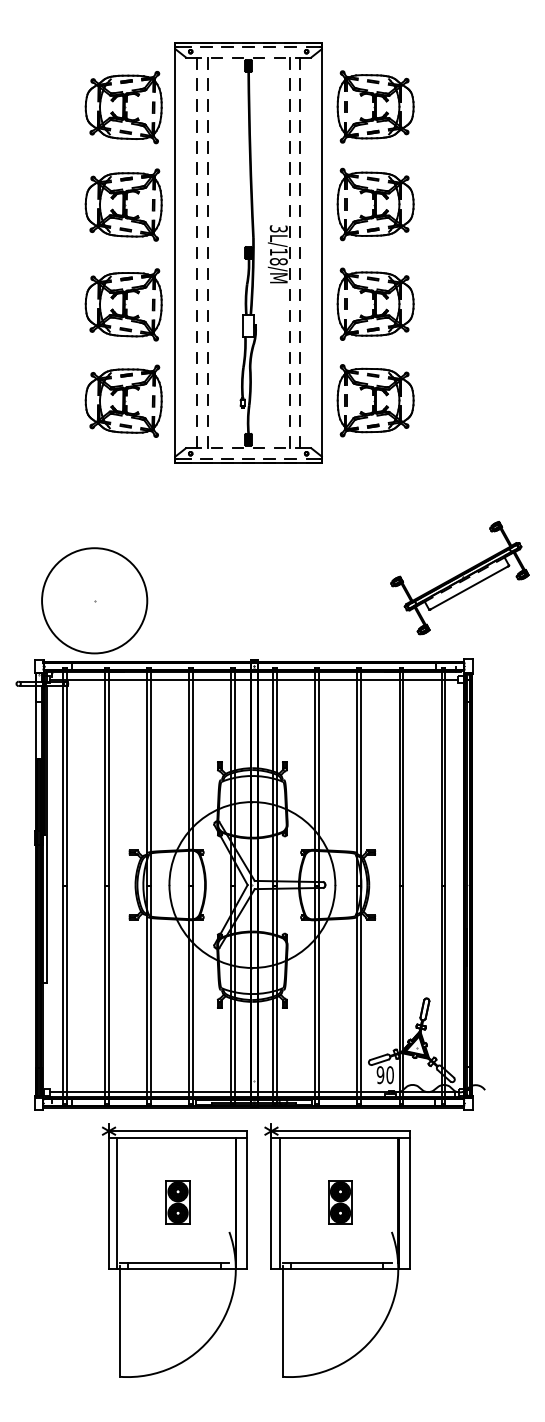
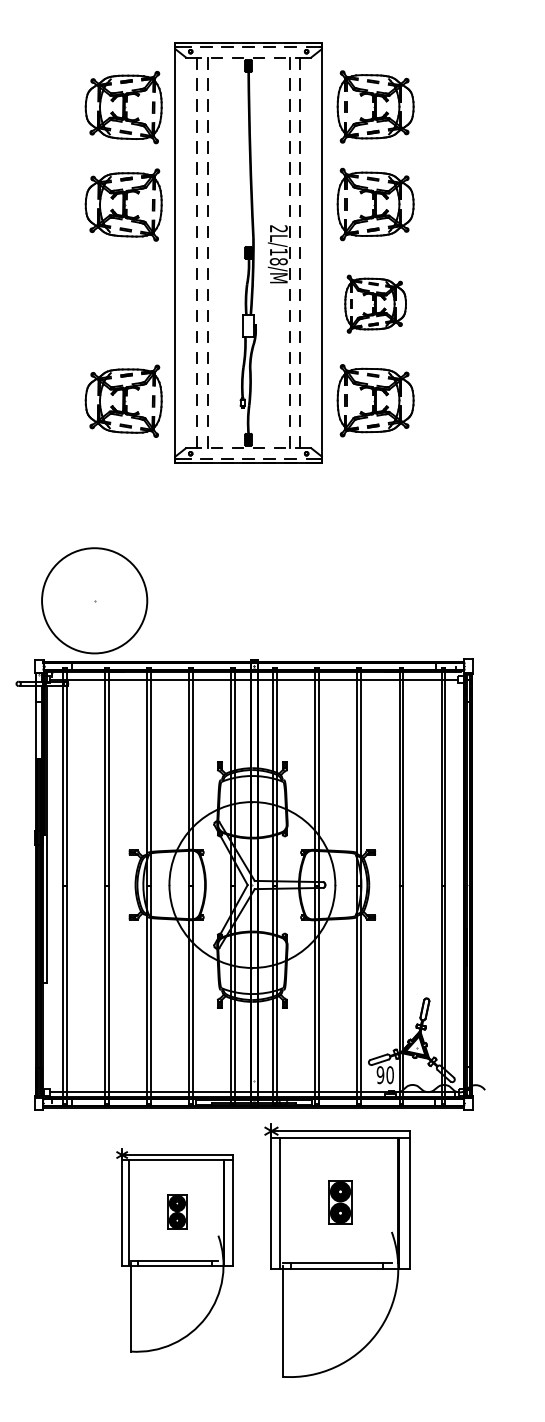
text at (278, 228): 3L/18/M -> 2L/18/M
part at (375, 303) size: 79x74 px -> 63x60 px
part at (123, 304): present -> none
part at (459, 578): present -> none
part at (174, 1250) size: 147x255 px -> 118x205 px
